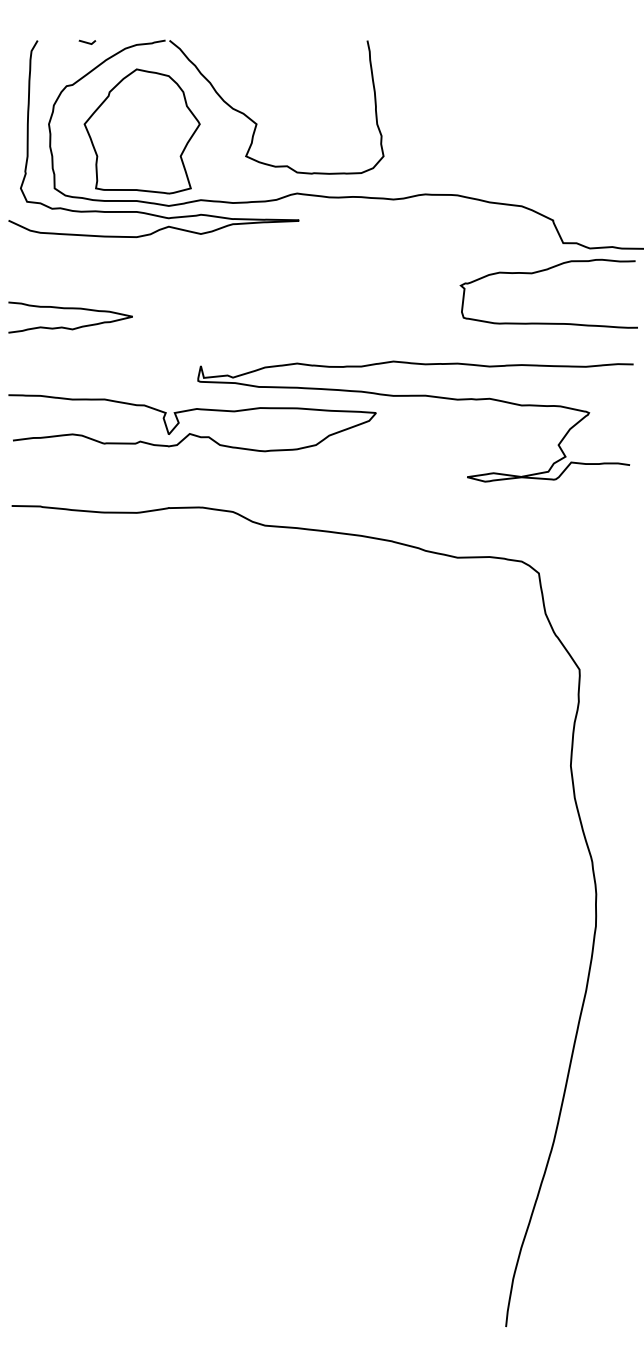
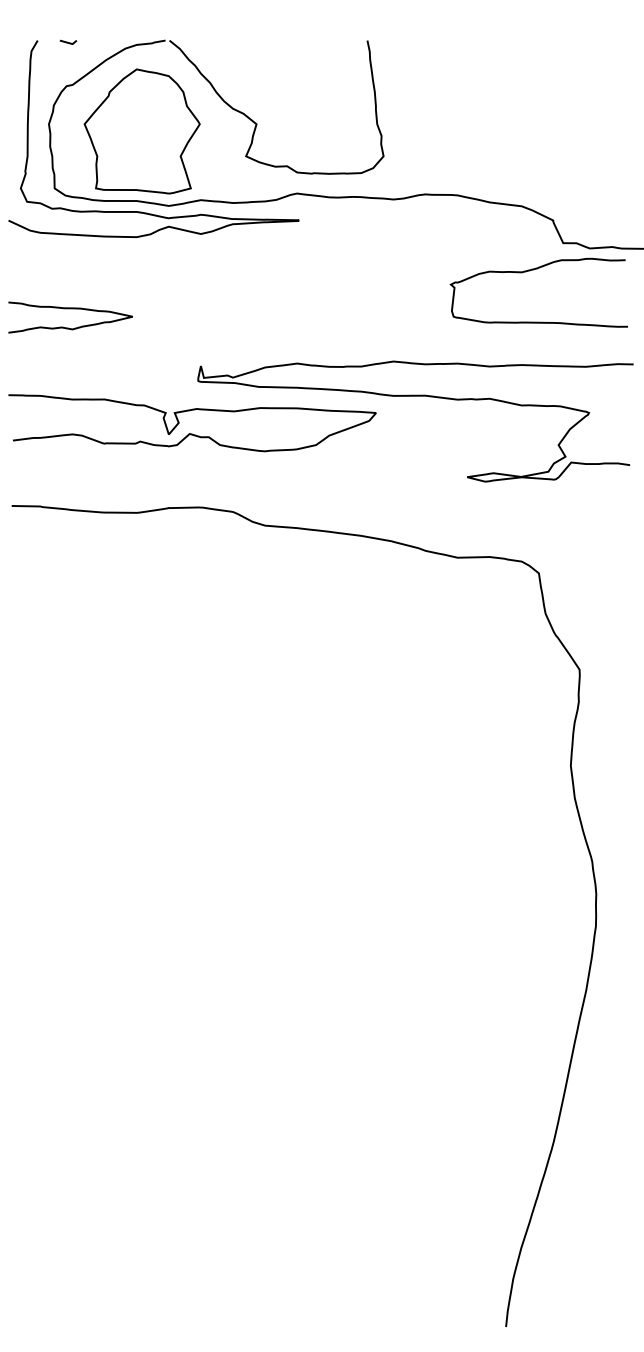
line at (86, 41) position: (86, 41) -> (67, 41)
curve at (540, 272) position: (540, 272) -> (530, 271)
